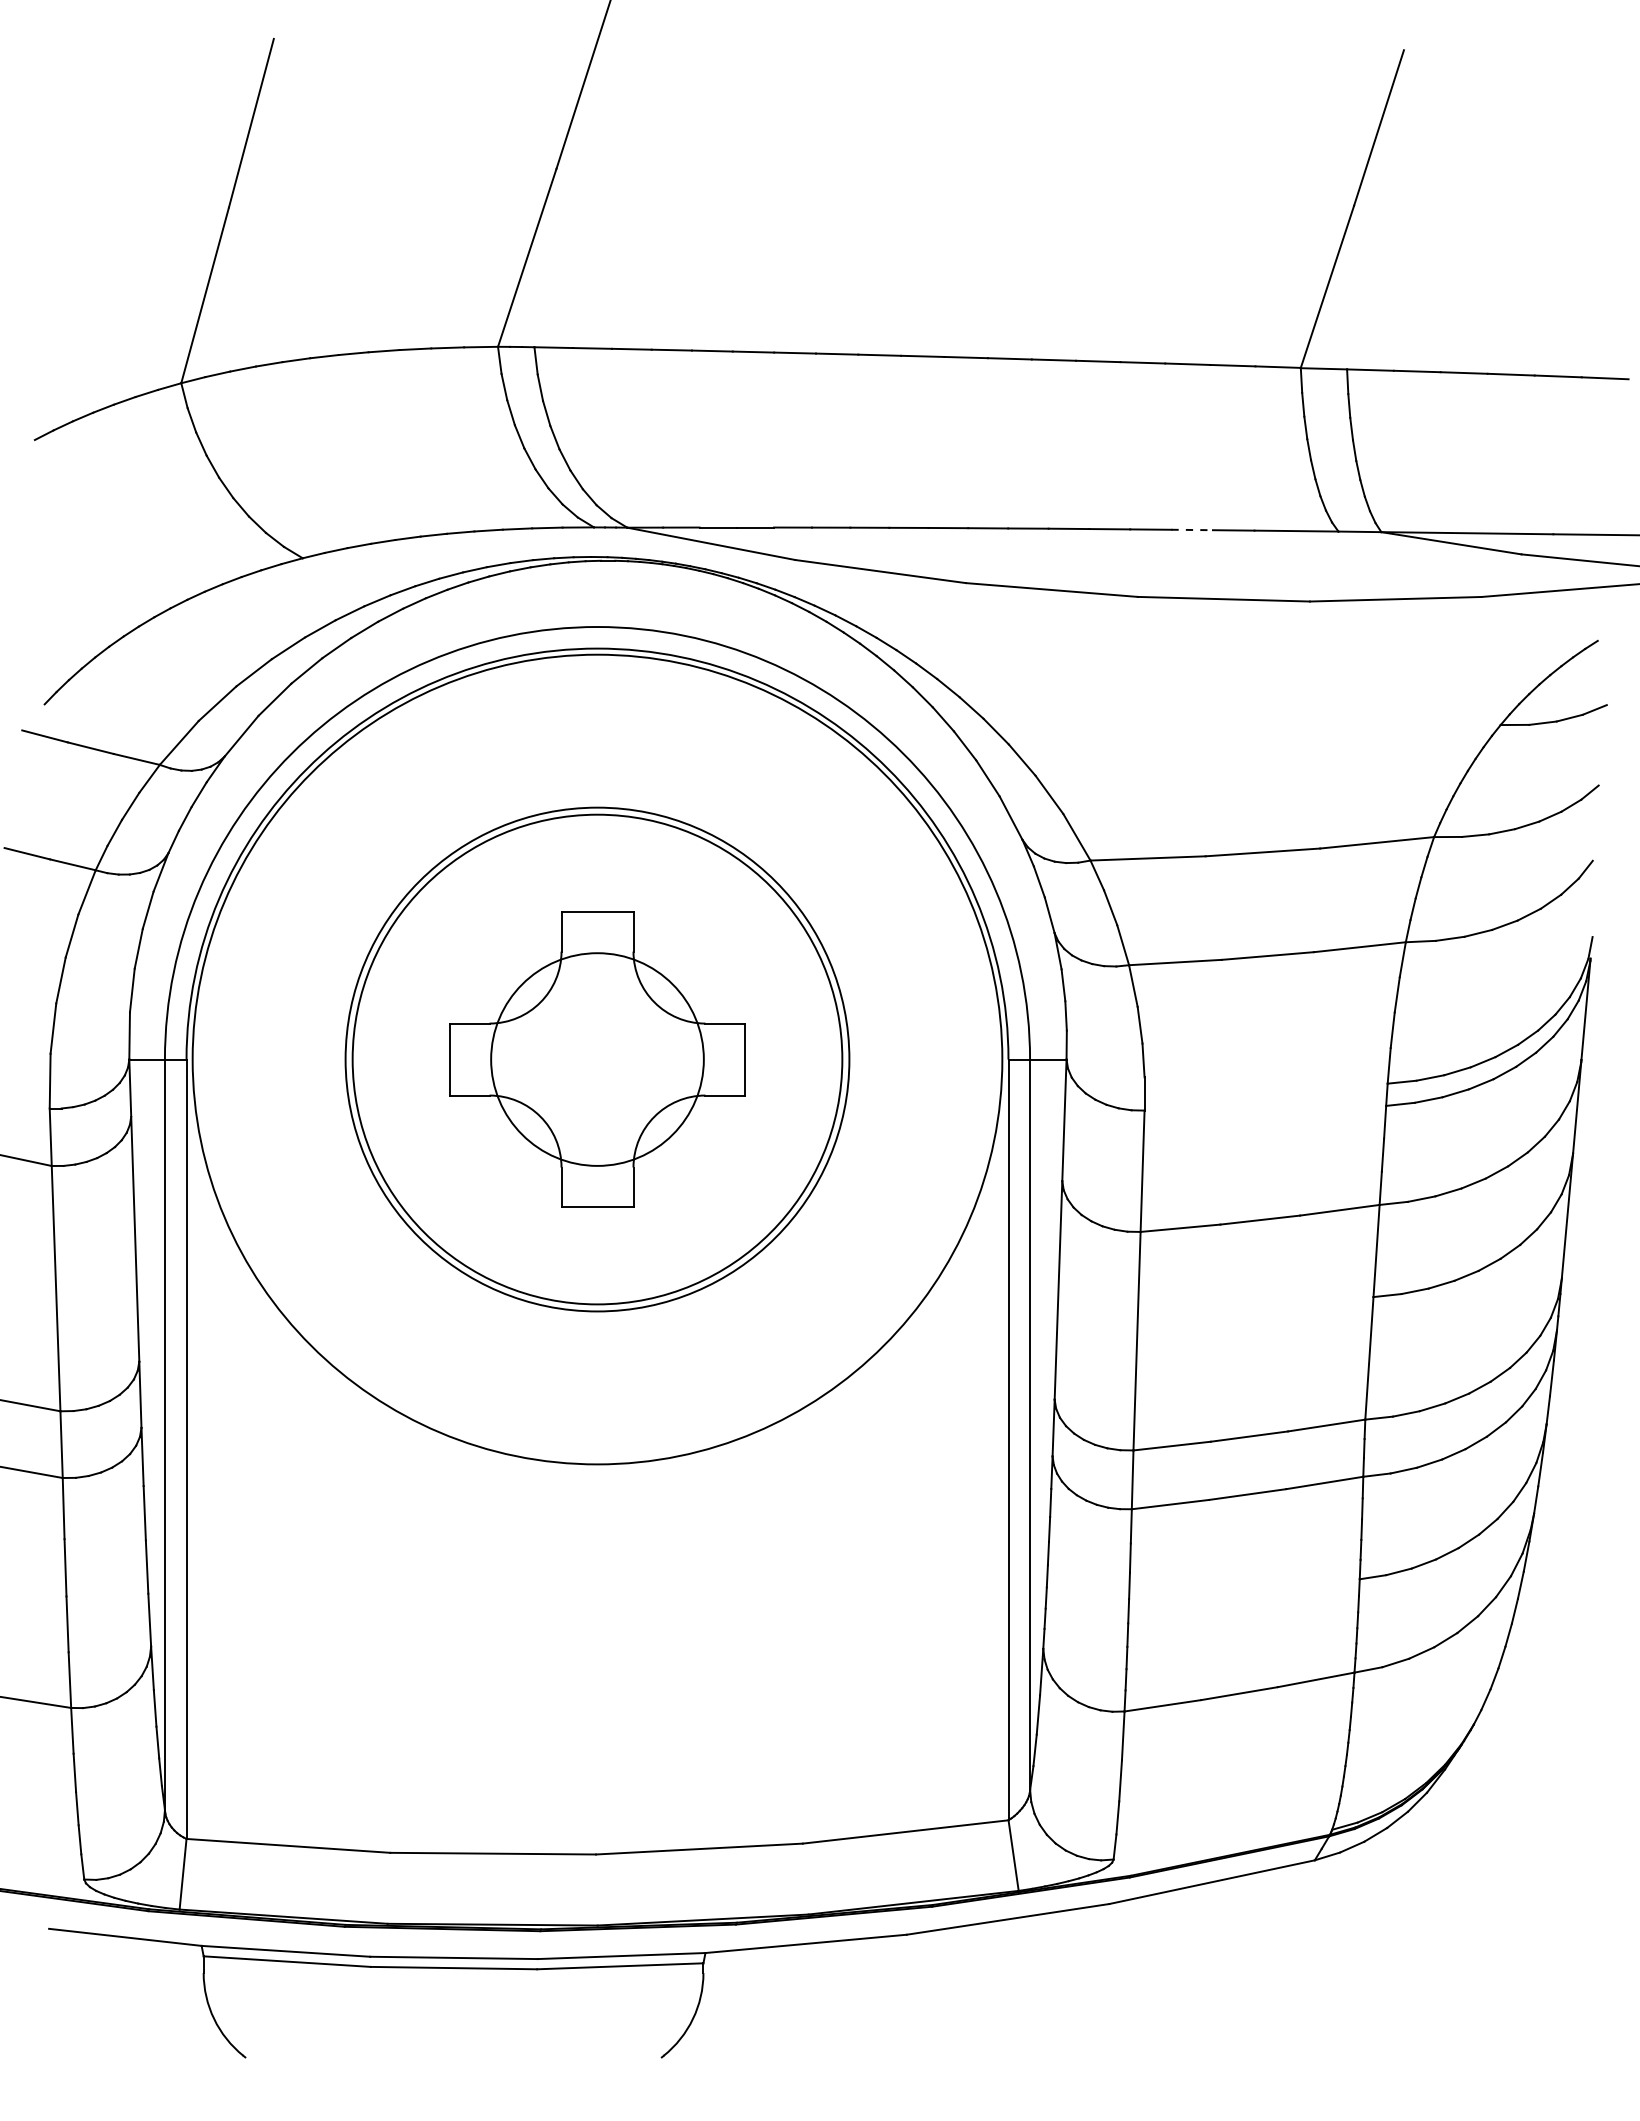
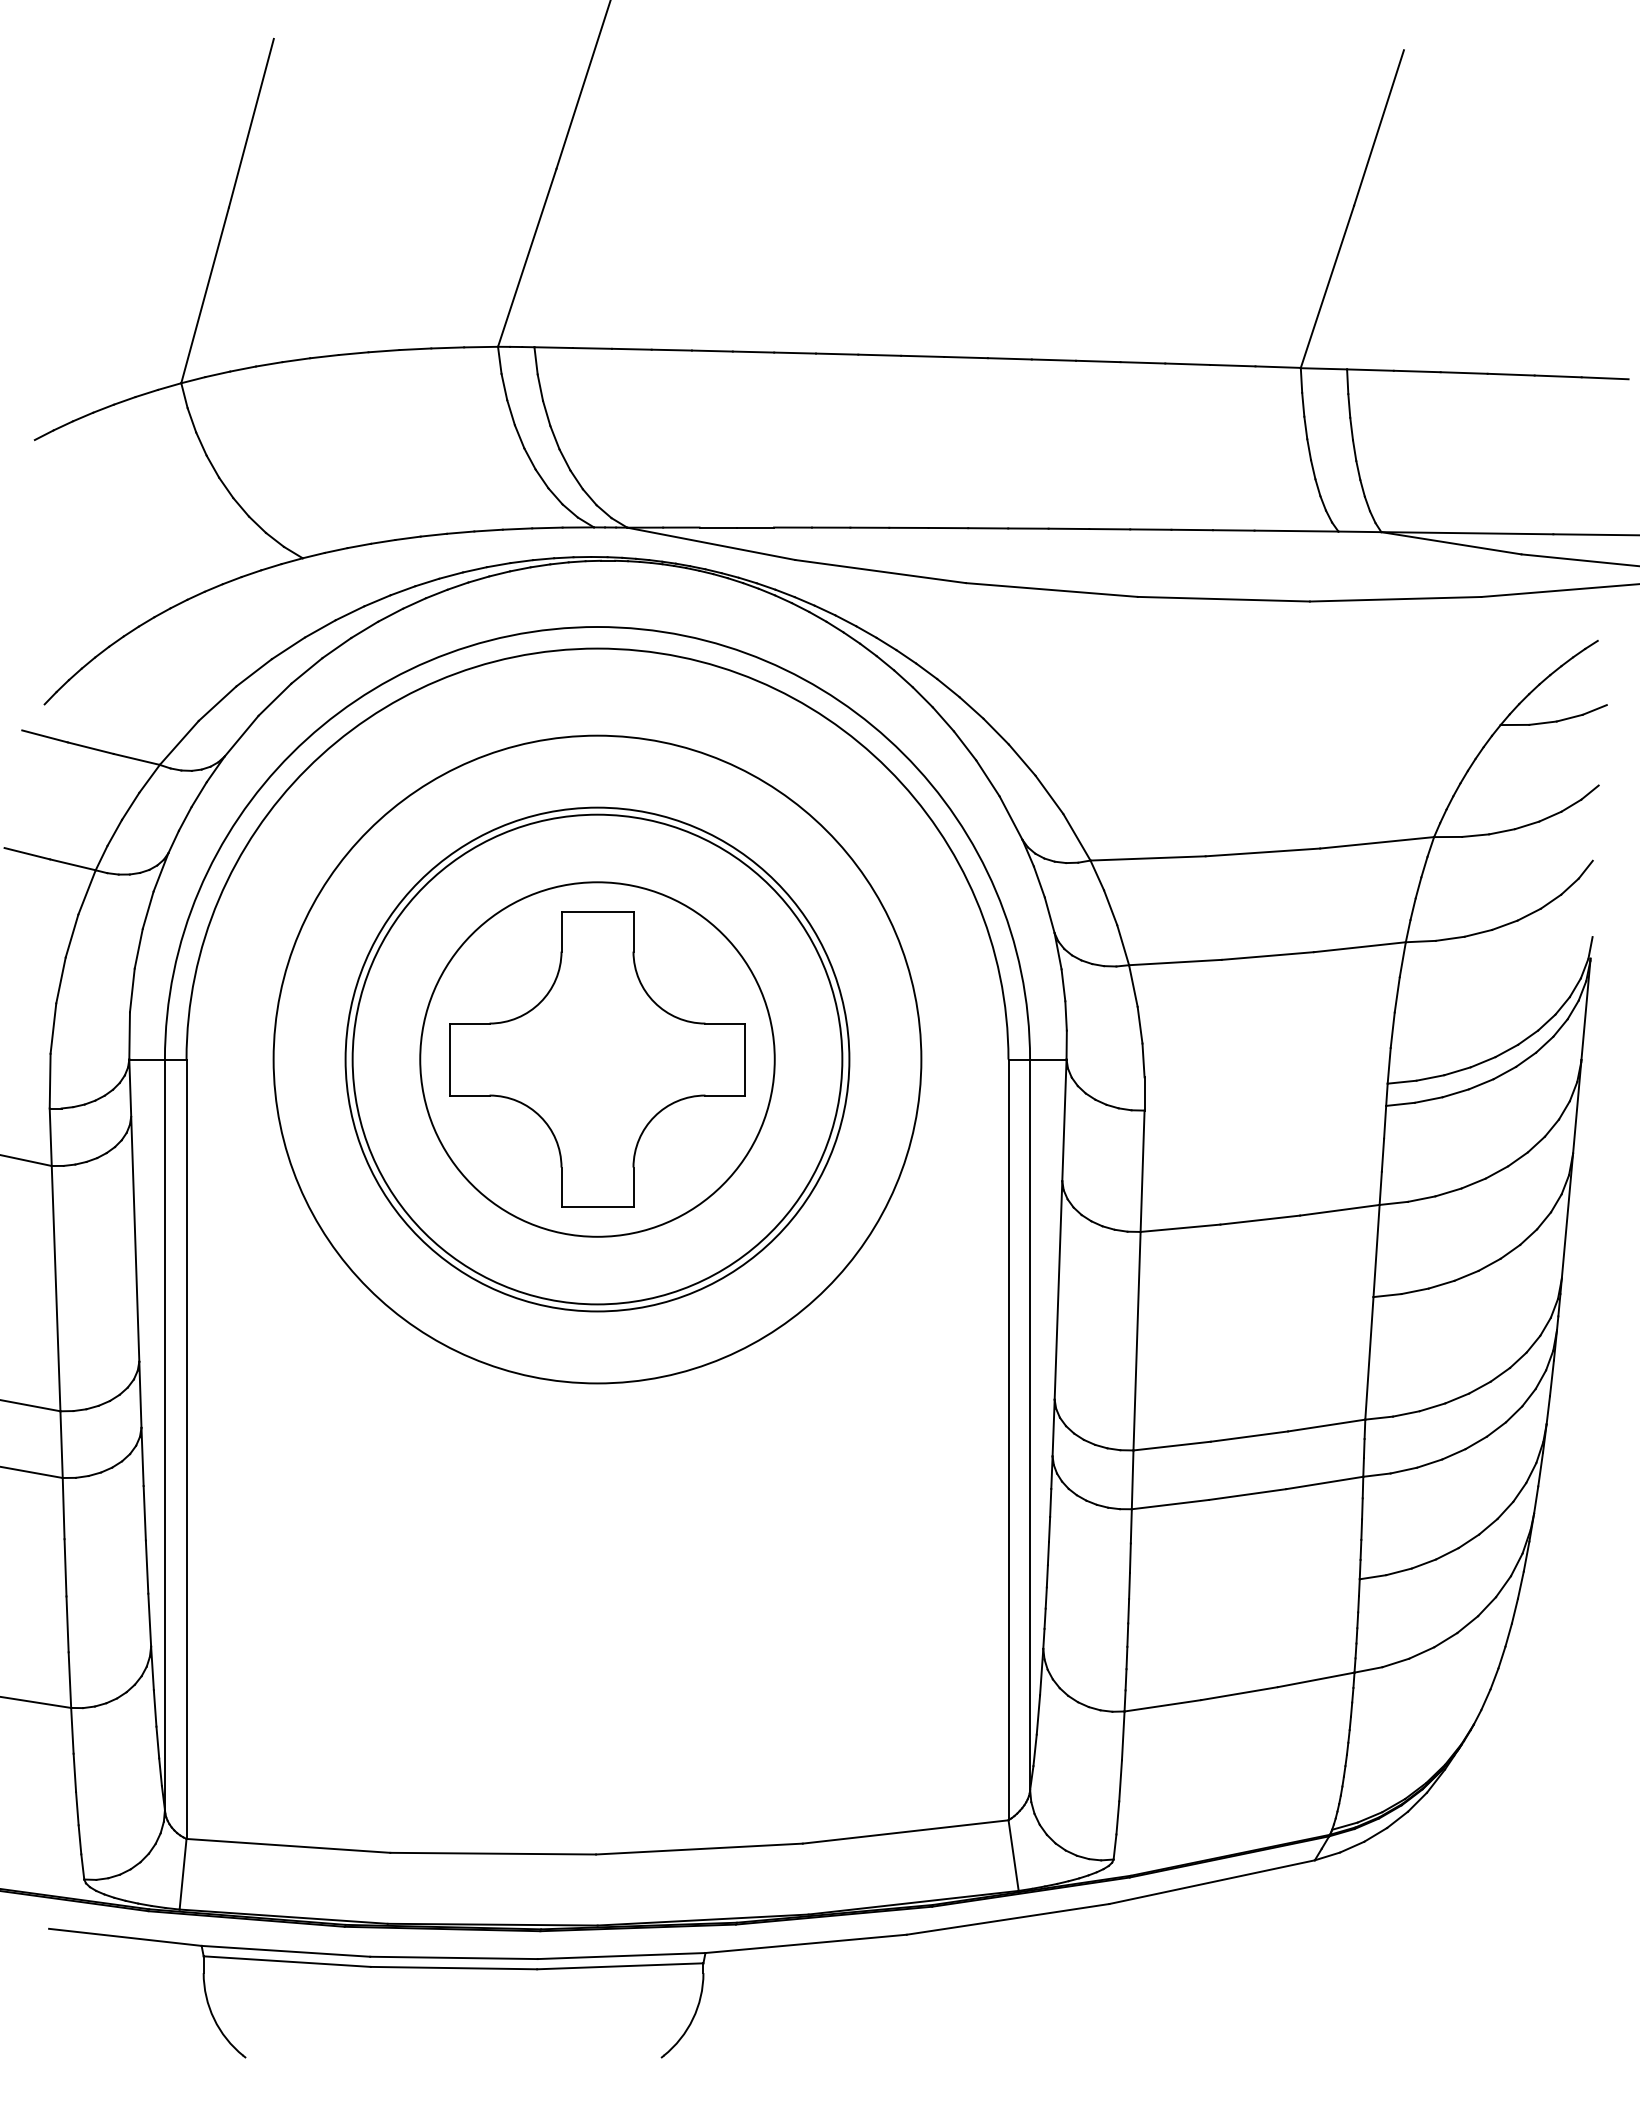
line at (1192, 529): dashed -> solid
circle at (597, 1059) diameter: 213 px -> 355 px
circle at (597, 1059) diameter: 810 px -> 648 px
